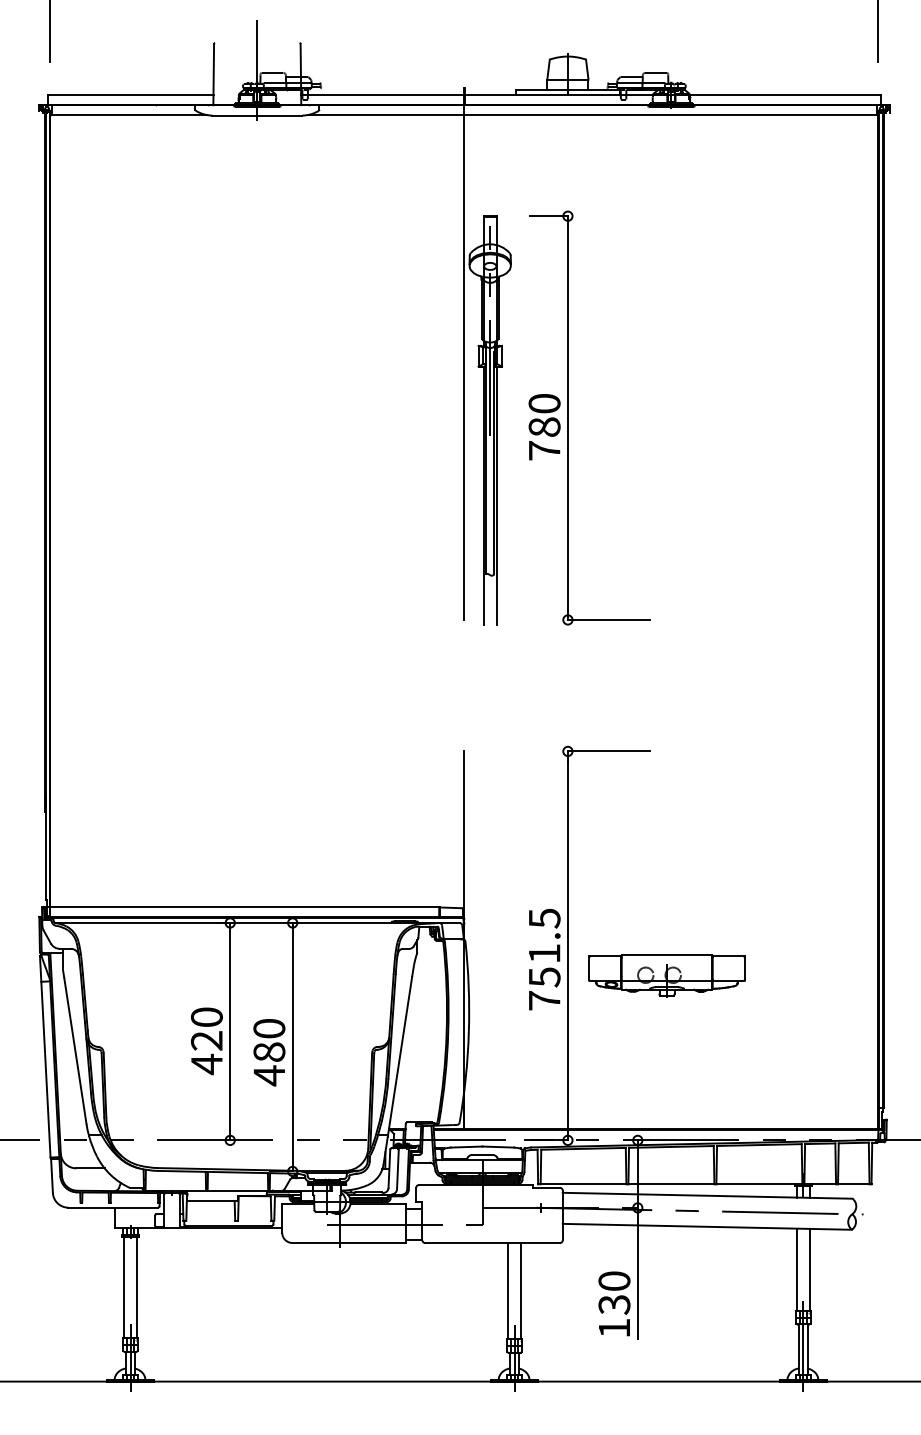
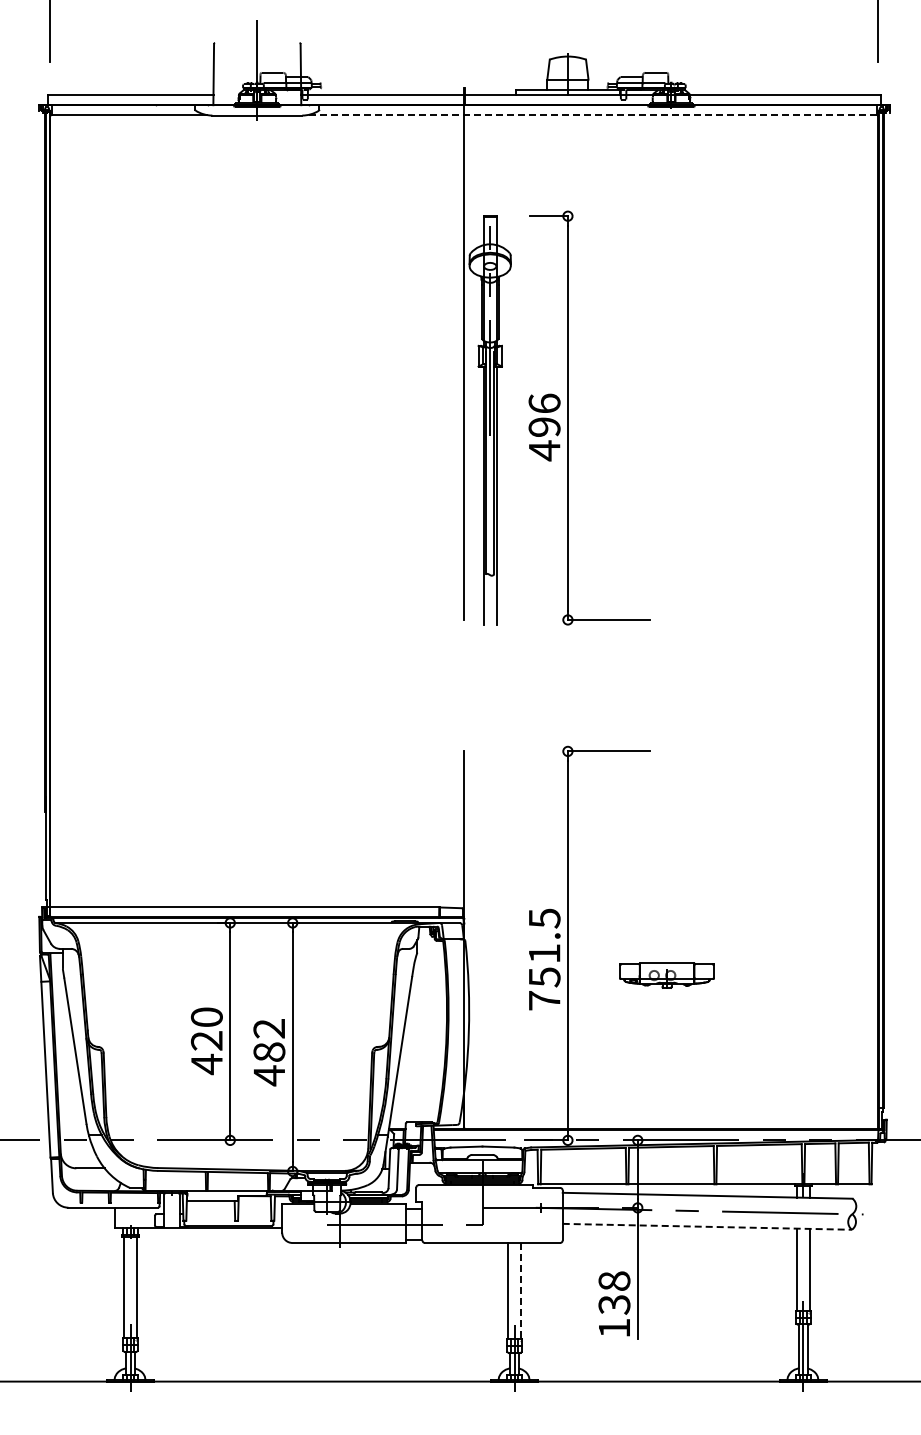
line at (592, 115): solid -> dashed
text at (544, 427): 780 -> 496
part at (666, 975) size: 158x44 px -> 96x27 px
text at (269, 1028): 480 -> 482
line at (707, 1226): solid -> dashed
text at (614, 1280): 130 -> 138
line at (521, 1291): solid -> dashed
